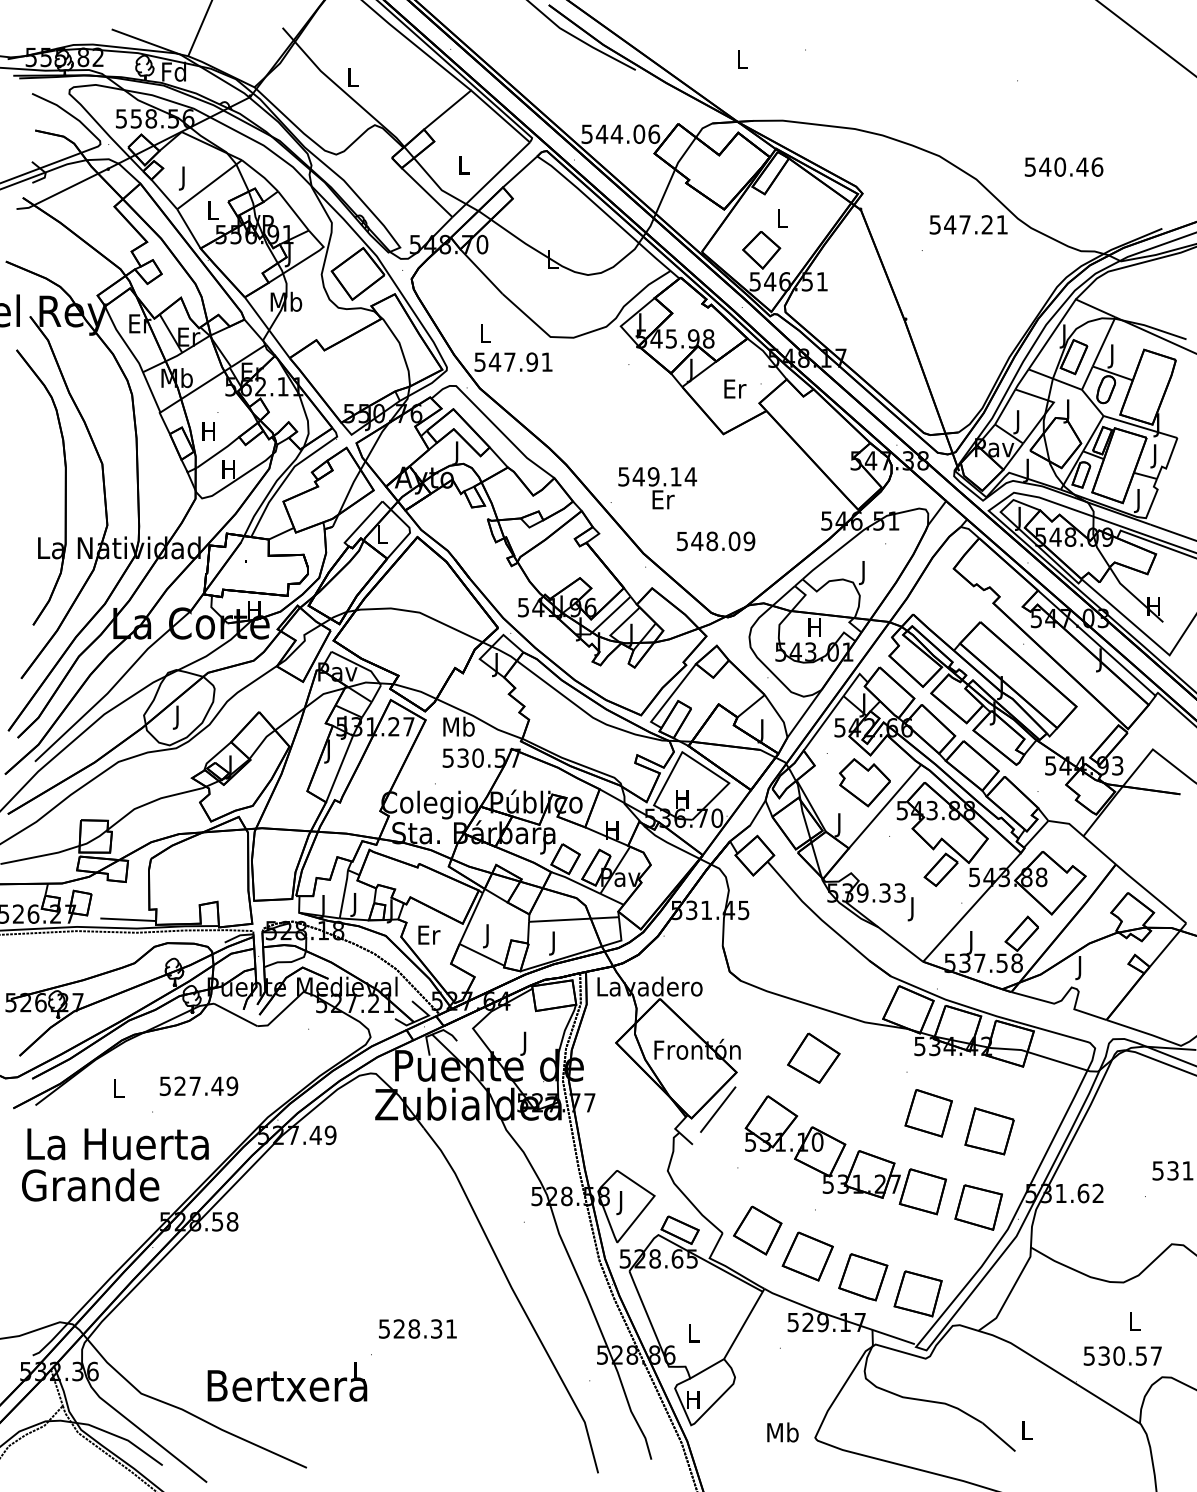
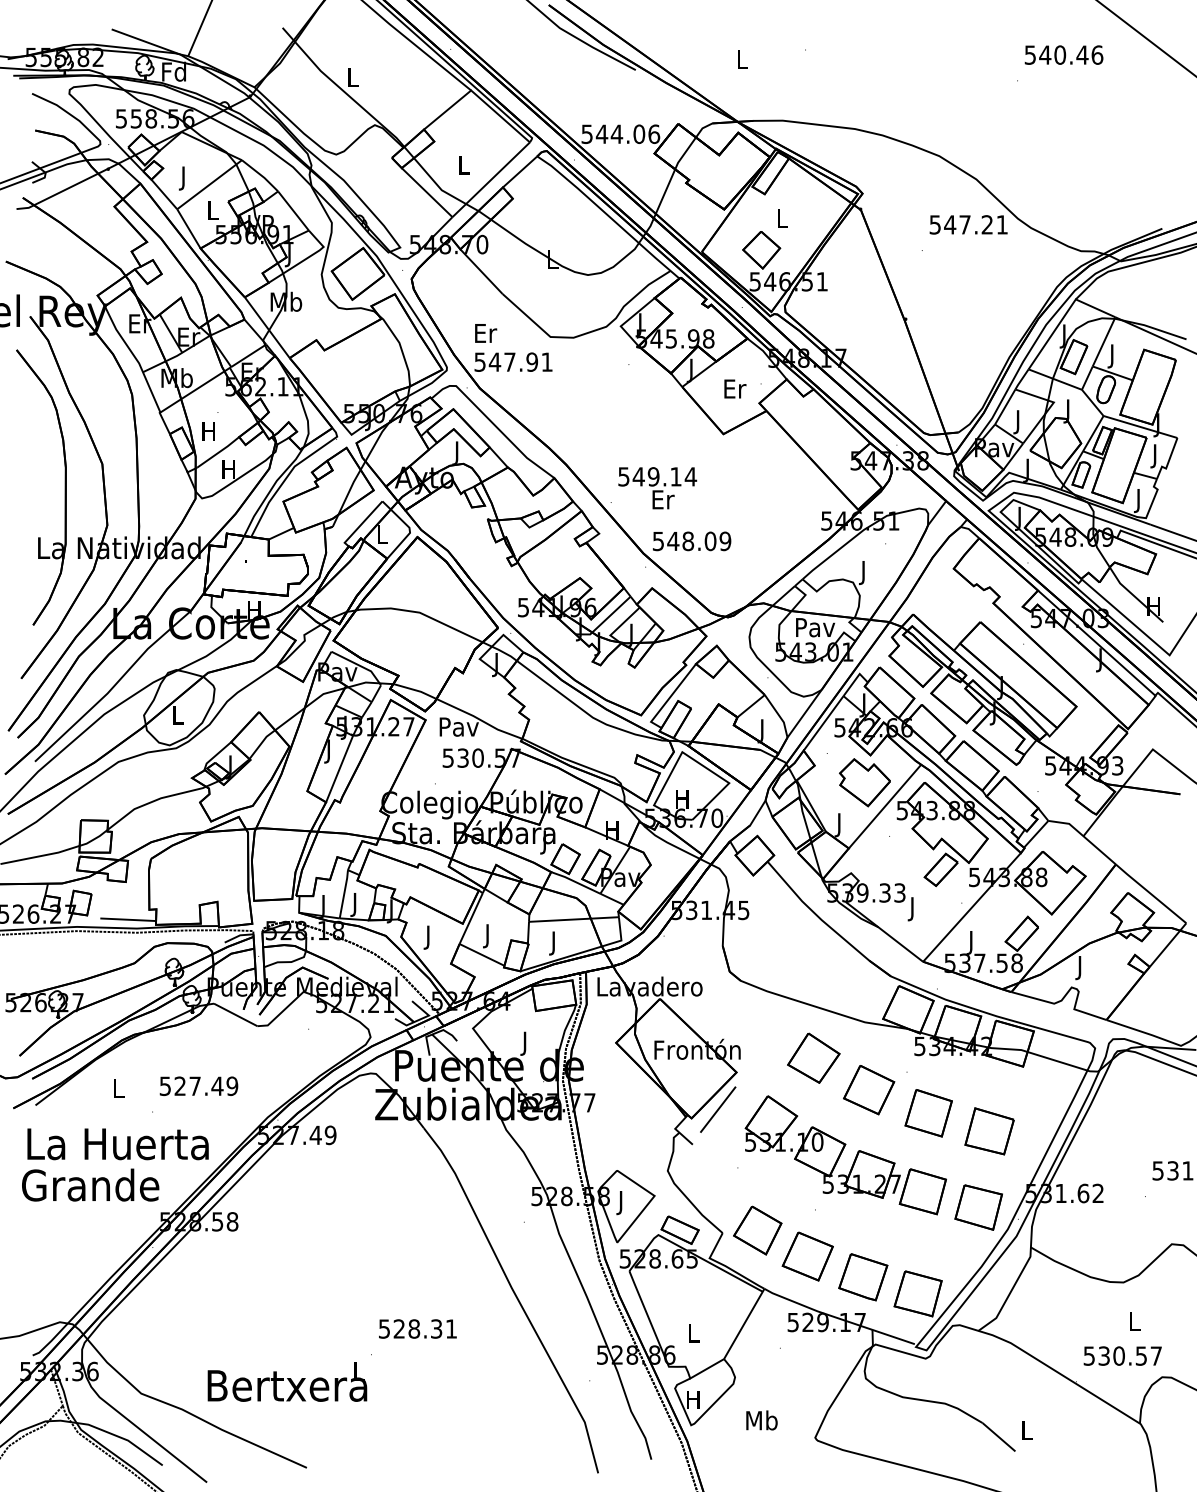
text at (1063, 166) position: (1063, 166) -> (1063, 54)
text at (486, 333): L -> Er
text at (716, 541) position: (716, 541) -> (692, 541)
text at (815, 627): H -> Pav
text at (177, 717): J -> L
text at (458, 726): Mb -> Pav
text at (429, 937): Er -> J
part at (869, 1090): none -> present
text at (782, 1432) position: (782, 1432) -> (761, 1420)
